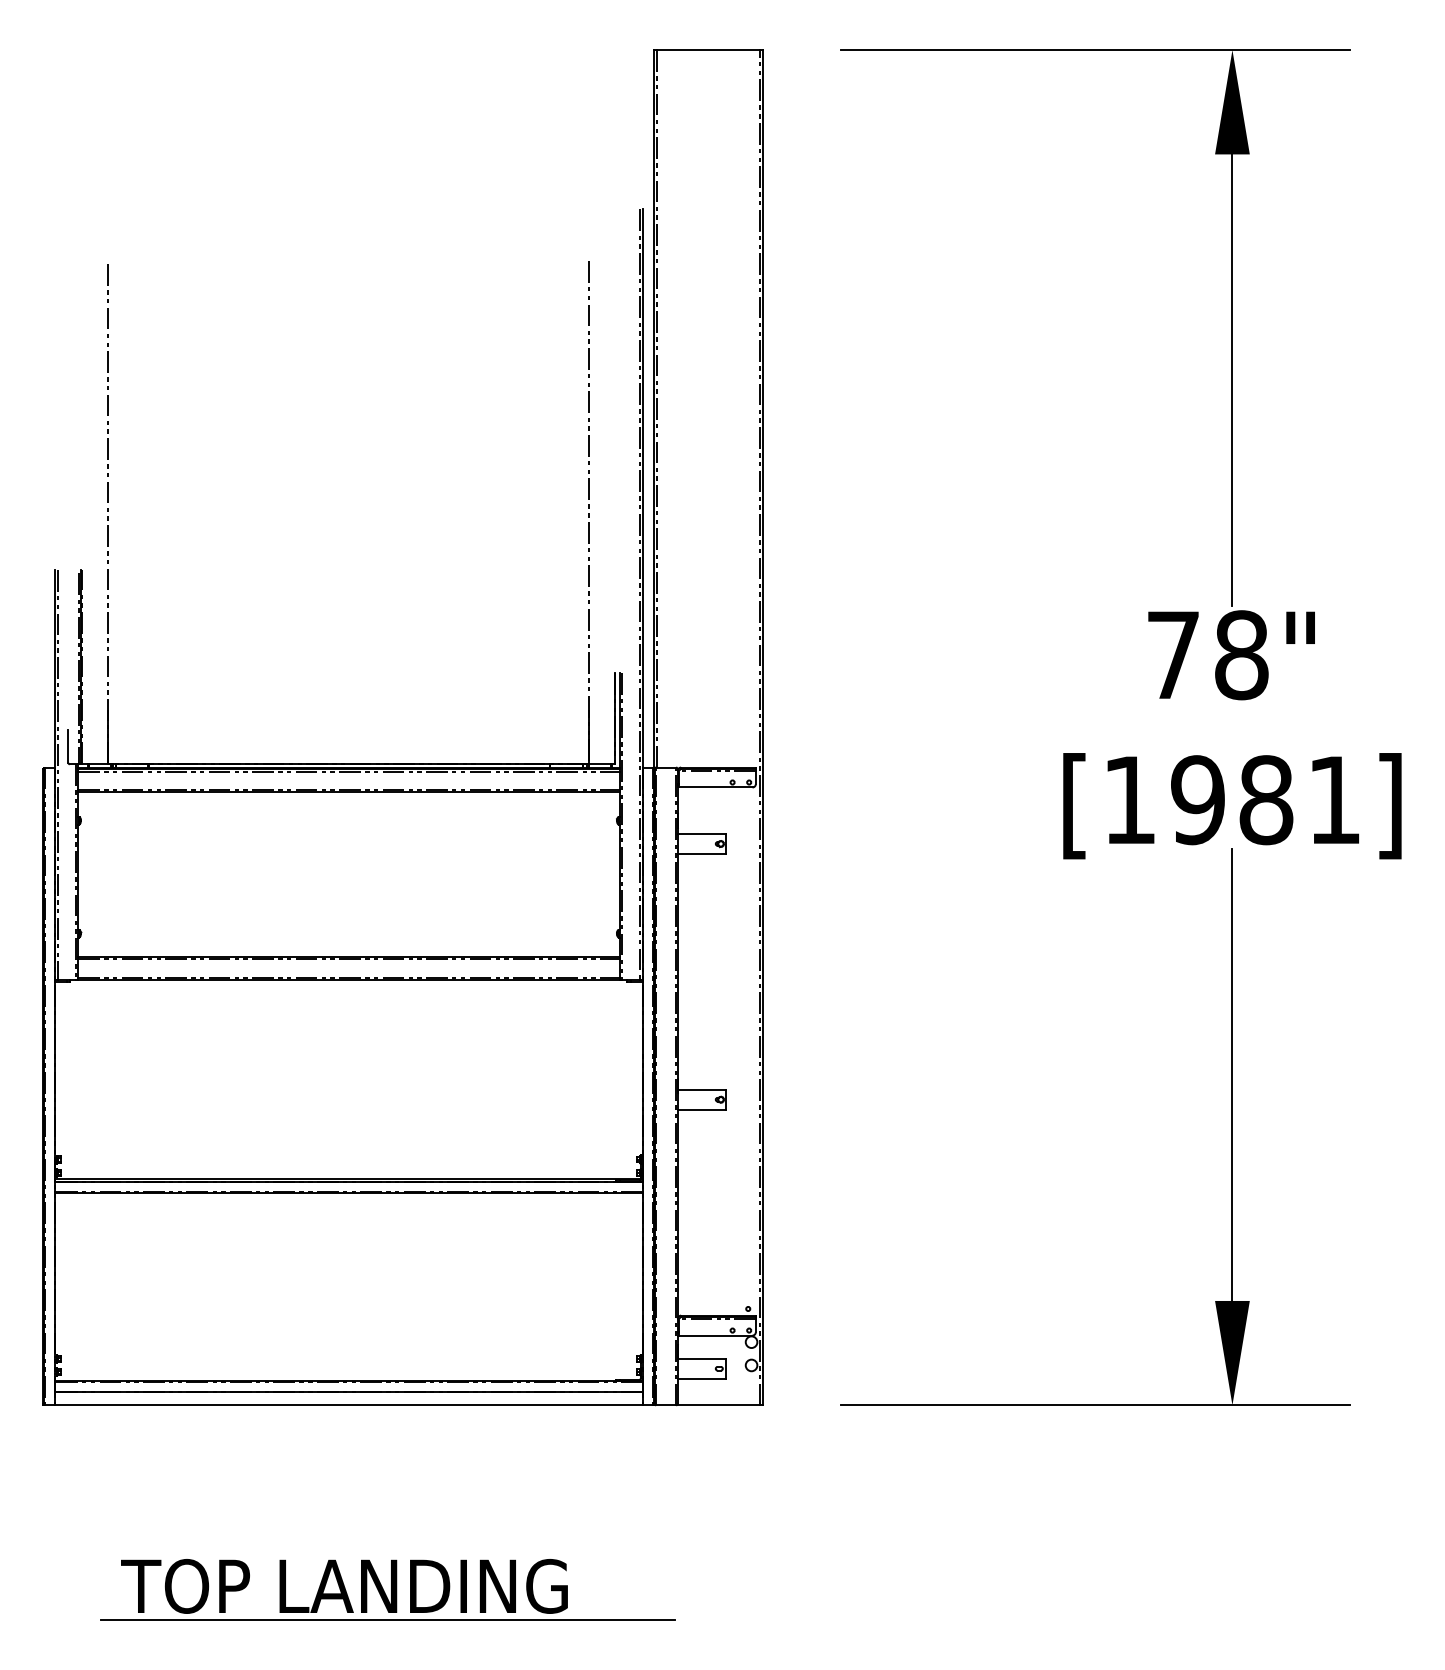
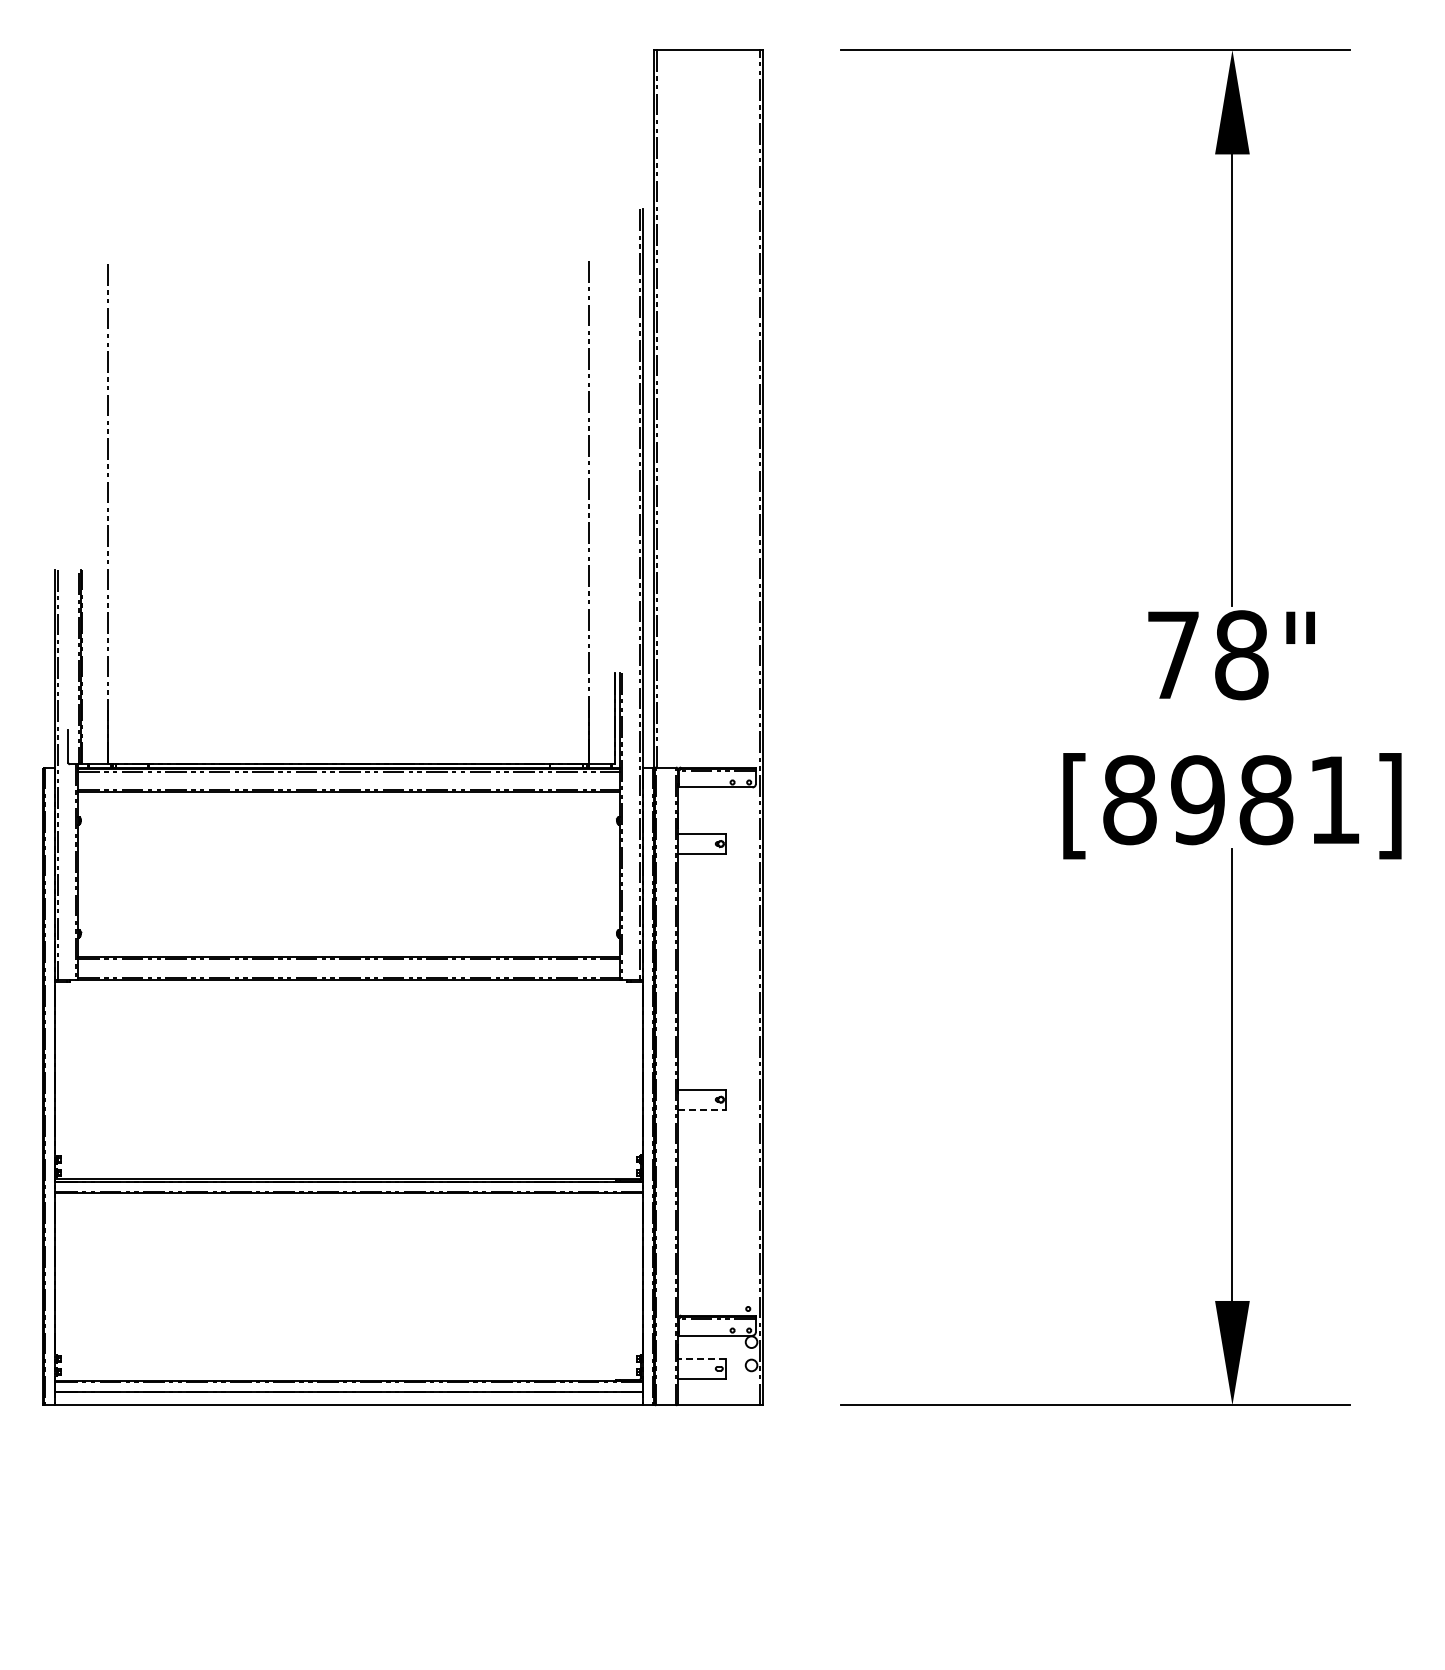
text at (1129, 800): [1981] -> [8981]
line at (702, 1109): solid -> dashed
line at (702, 1358): solid -> dashed
part at (387, 1589): present -> none
